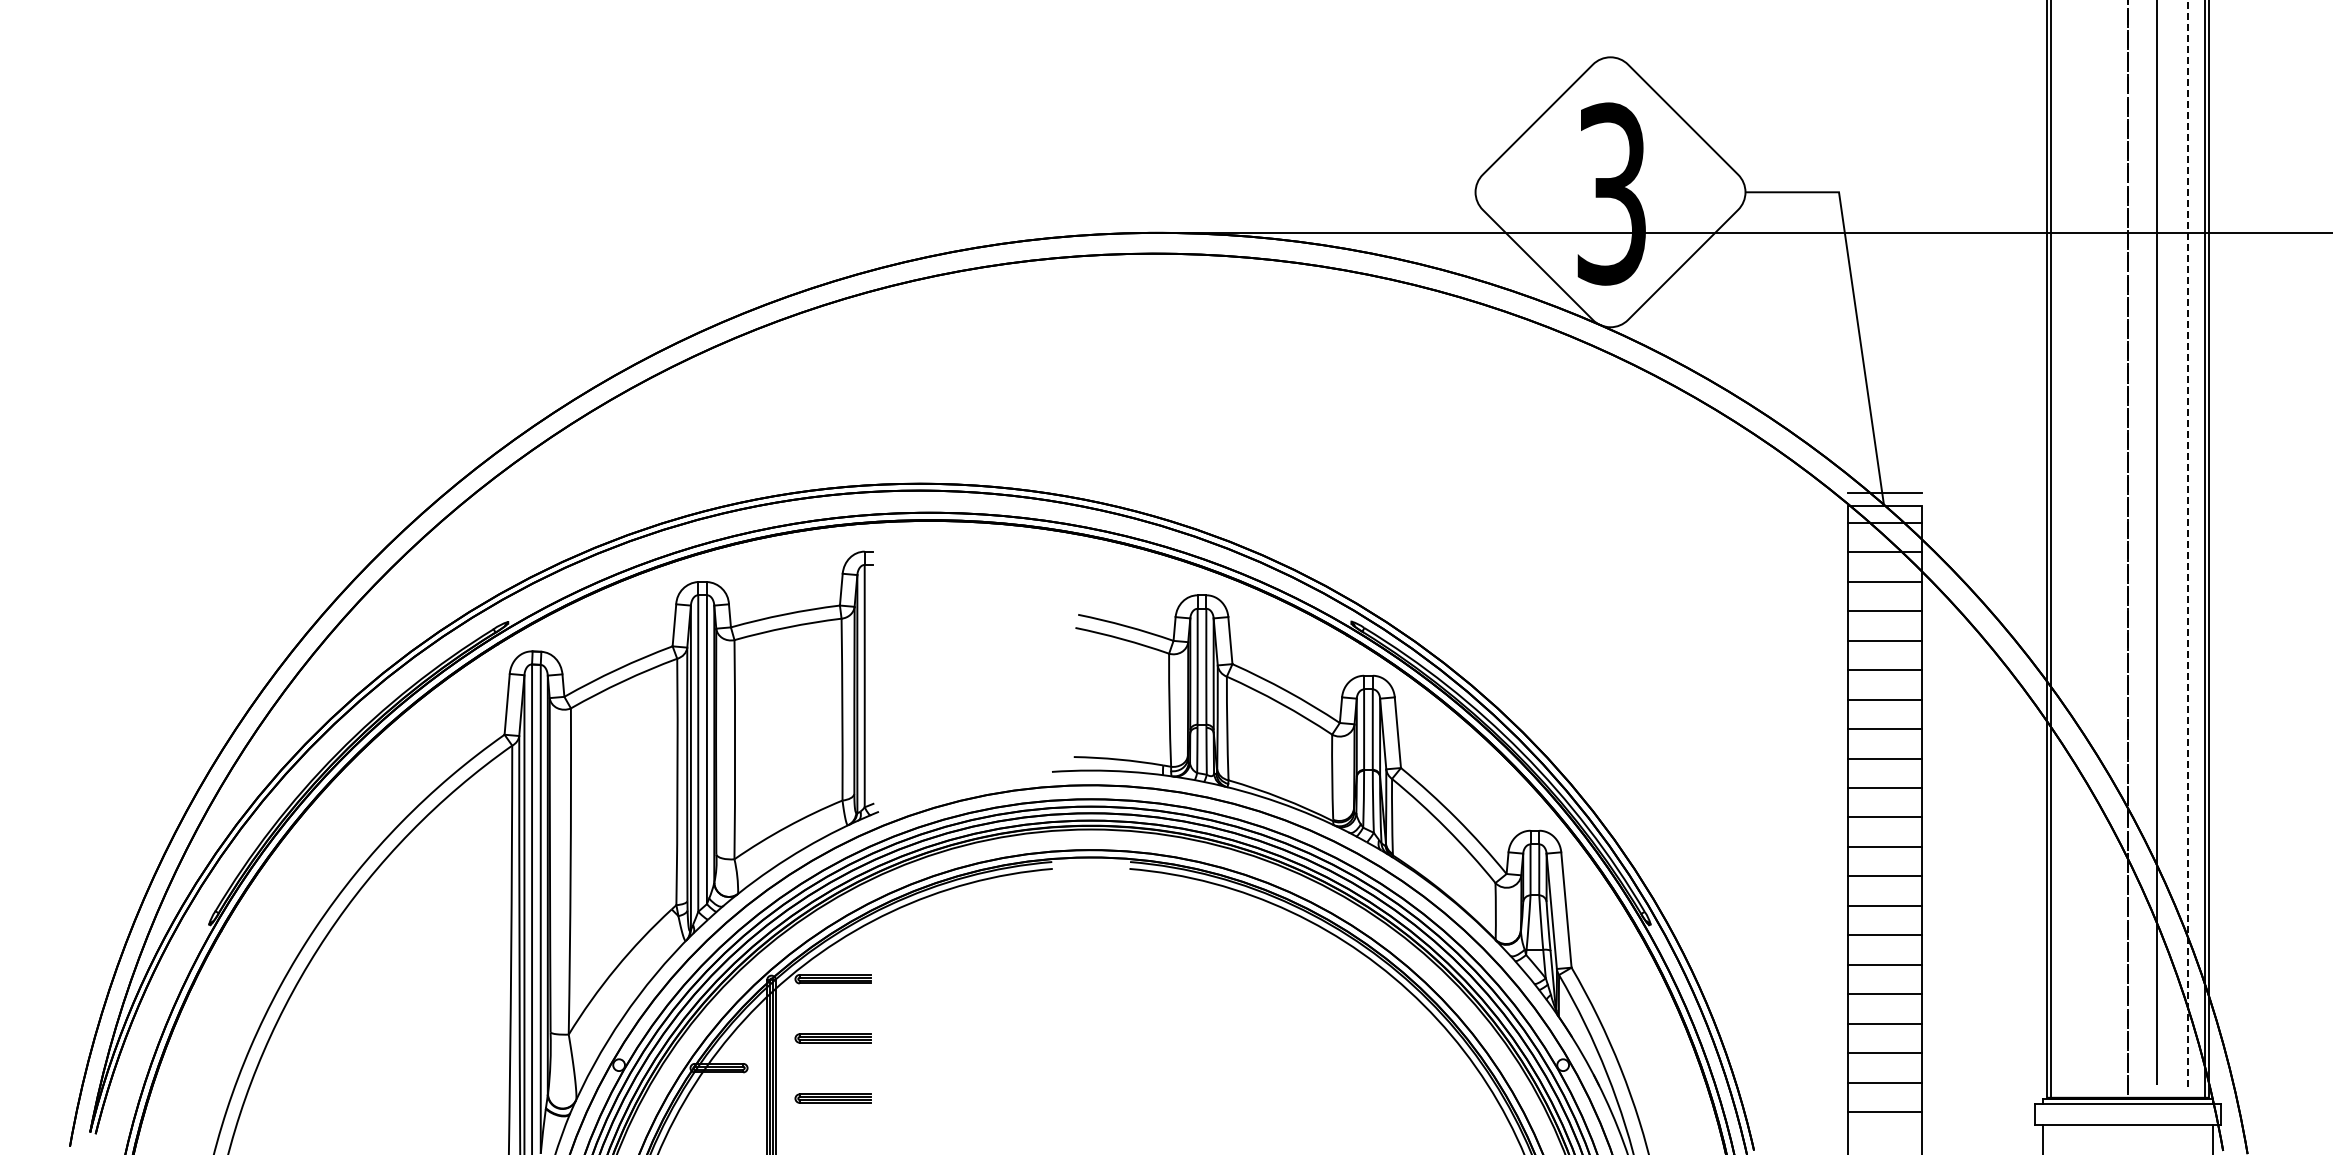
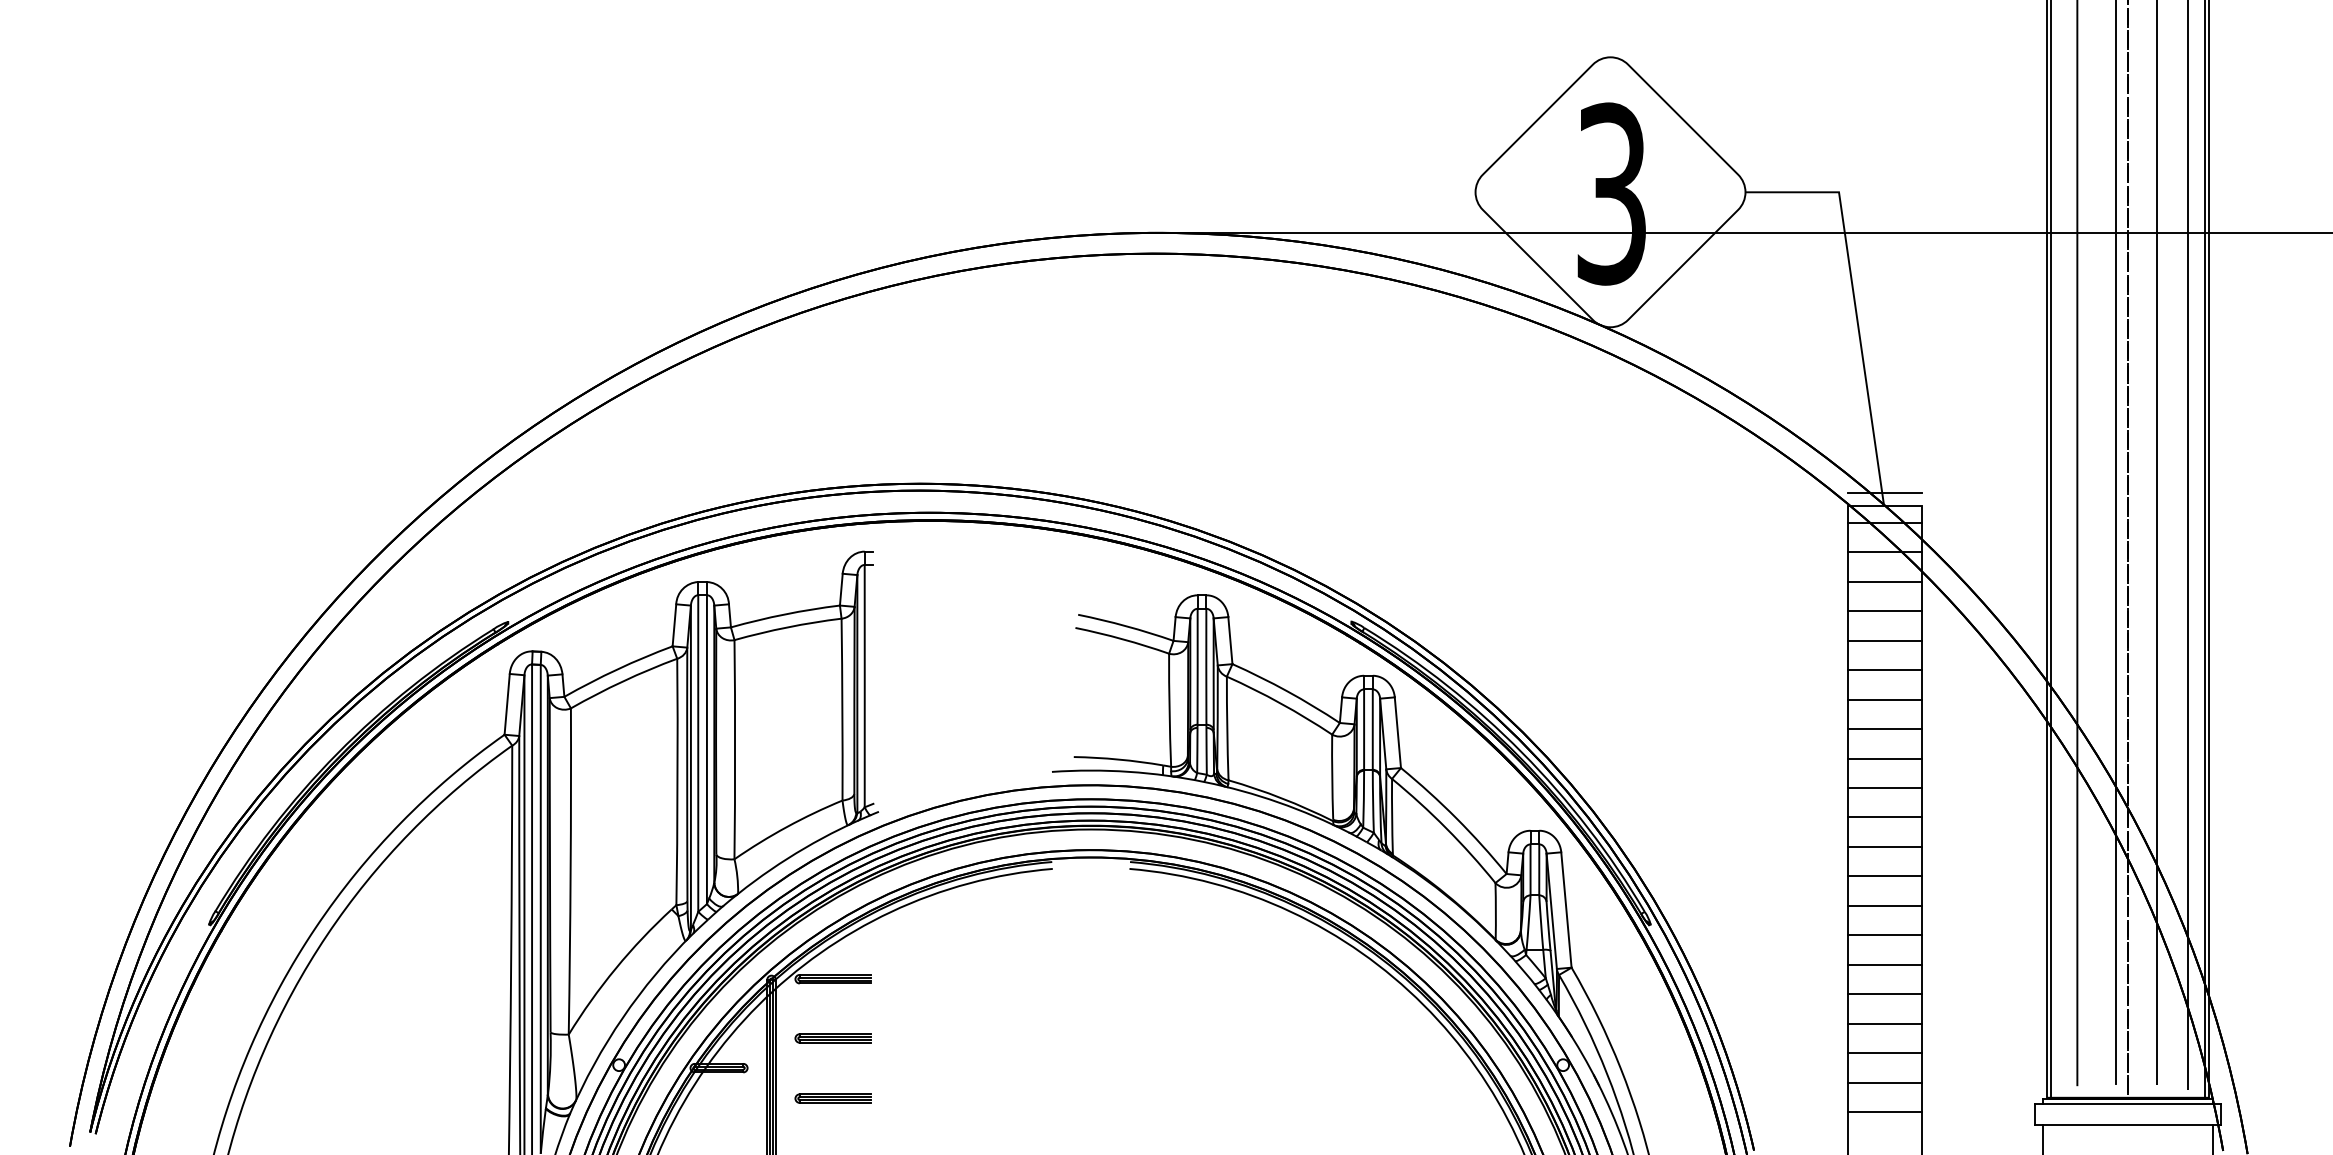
line at (2116, 542): none -> present
line at (2077, 543): none -> present
line at (2188, 545): dashed -> solid
